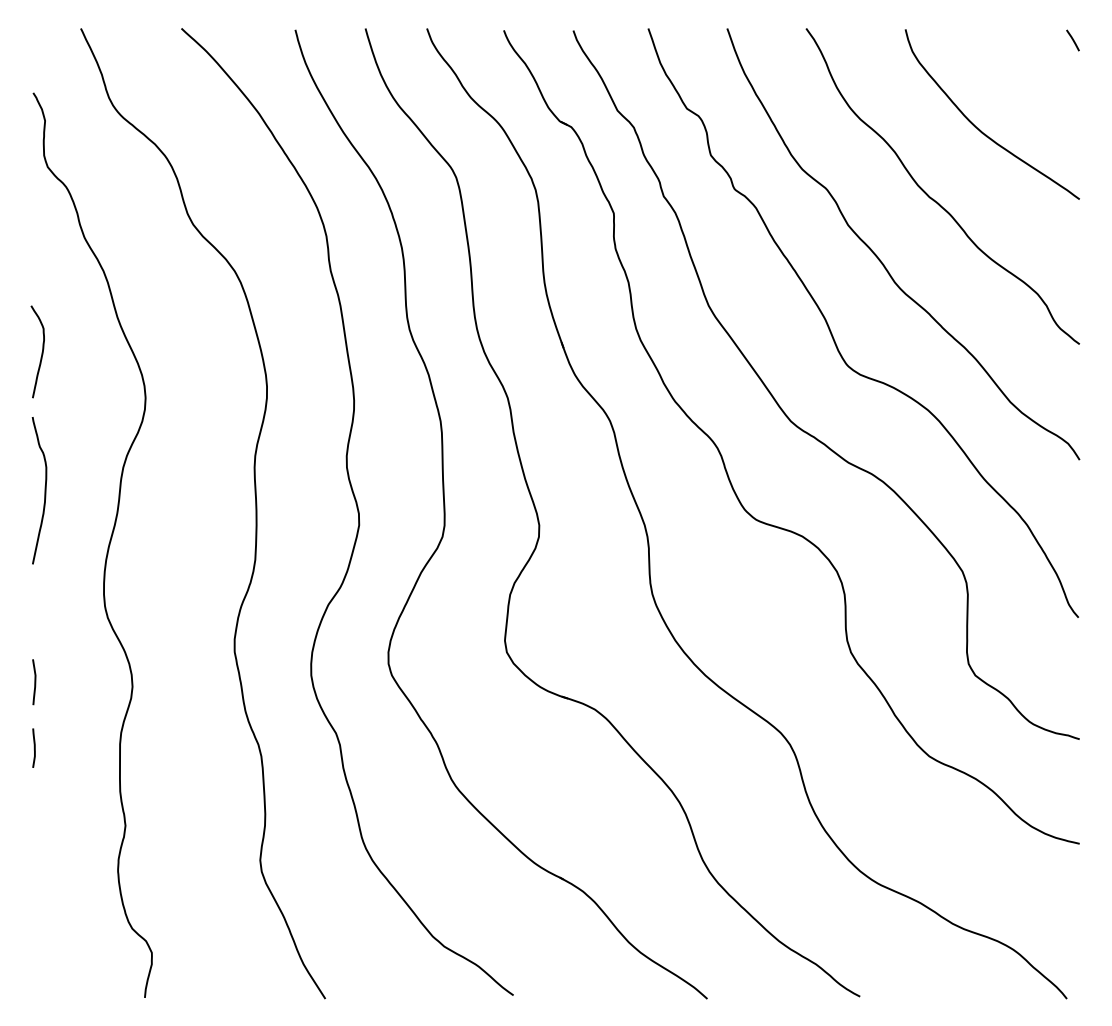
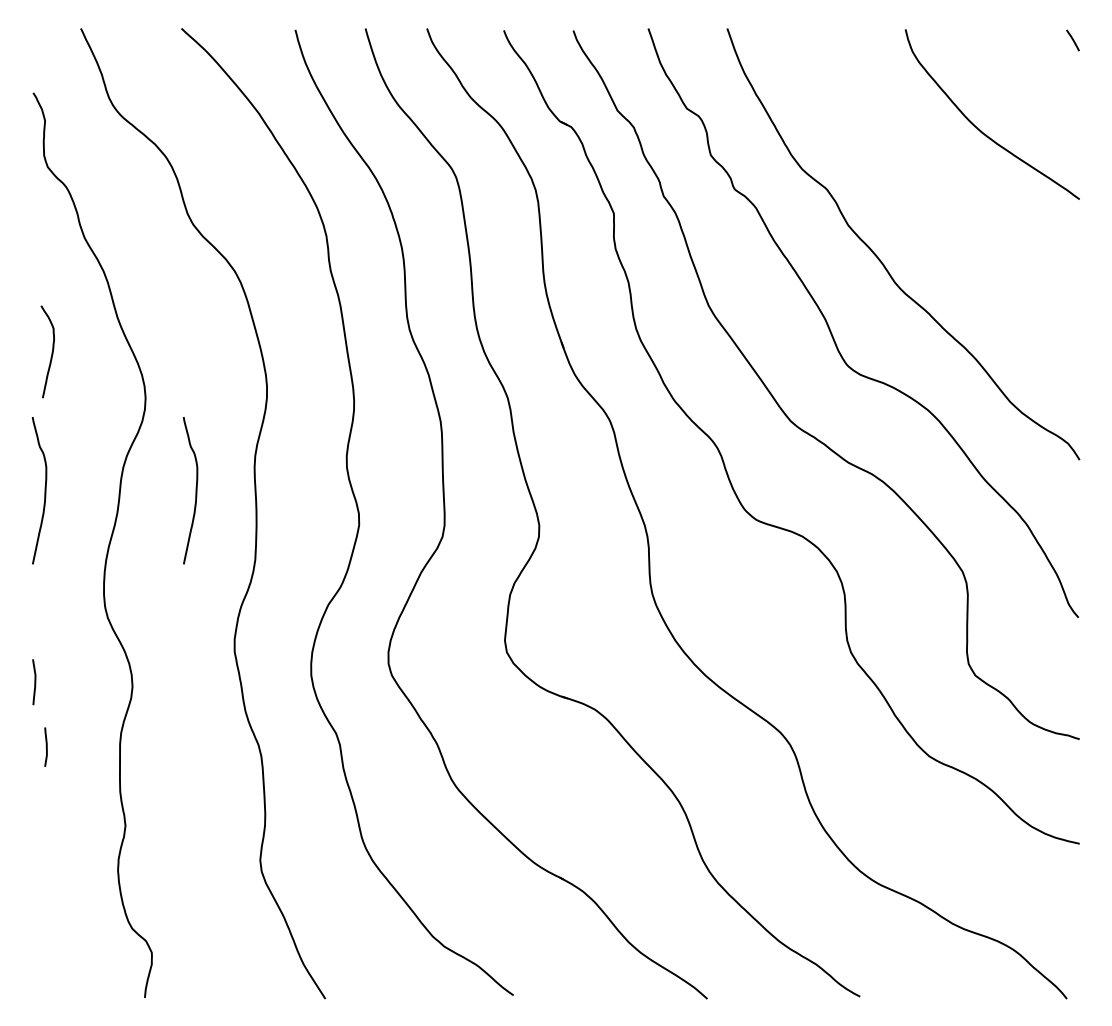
curve at (933, 198): present -> none
curve at (41, 352) position: (41, 352) -> (51, 352)
curve at (195, 490): none -> present
line at (33, 747) position: (33, 747) -> (45, 746)
